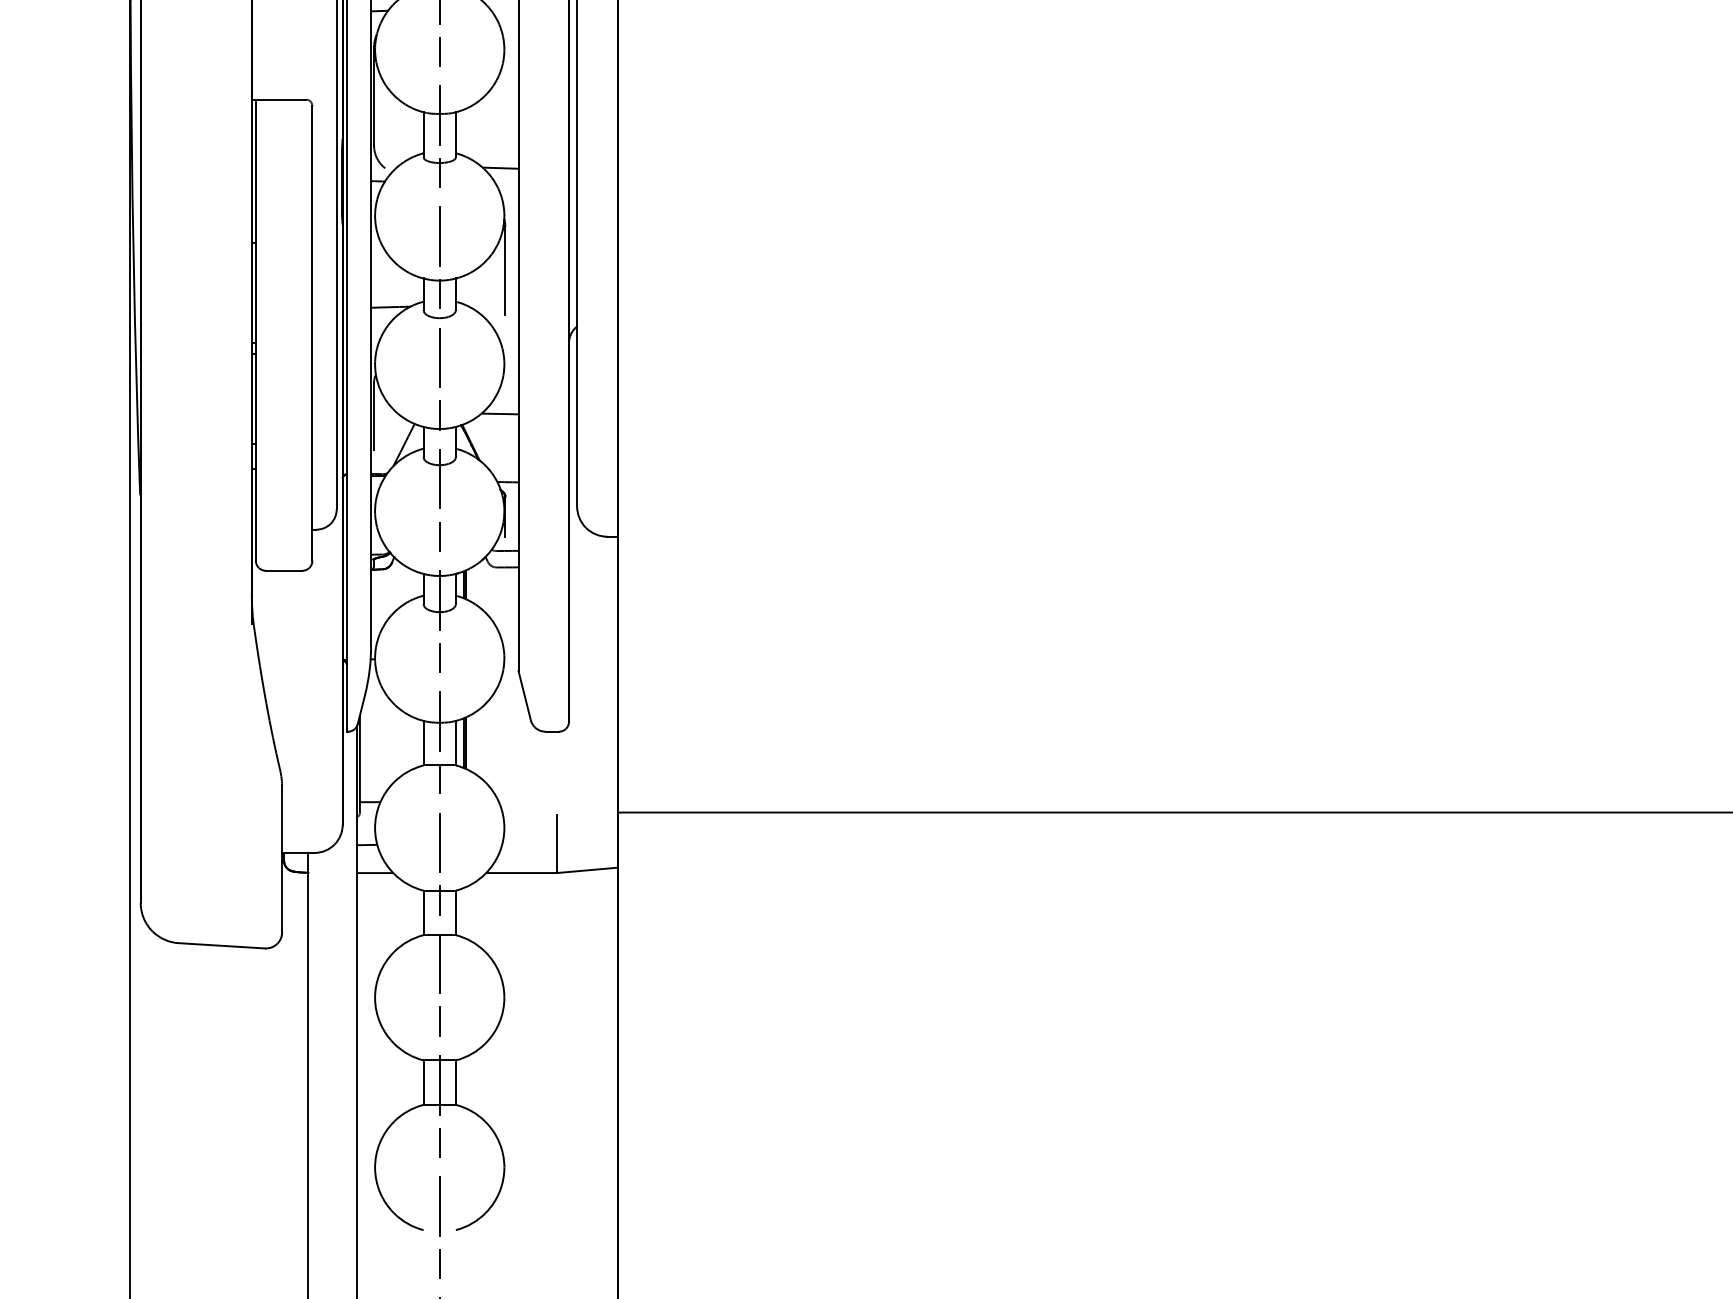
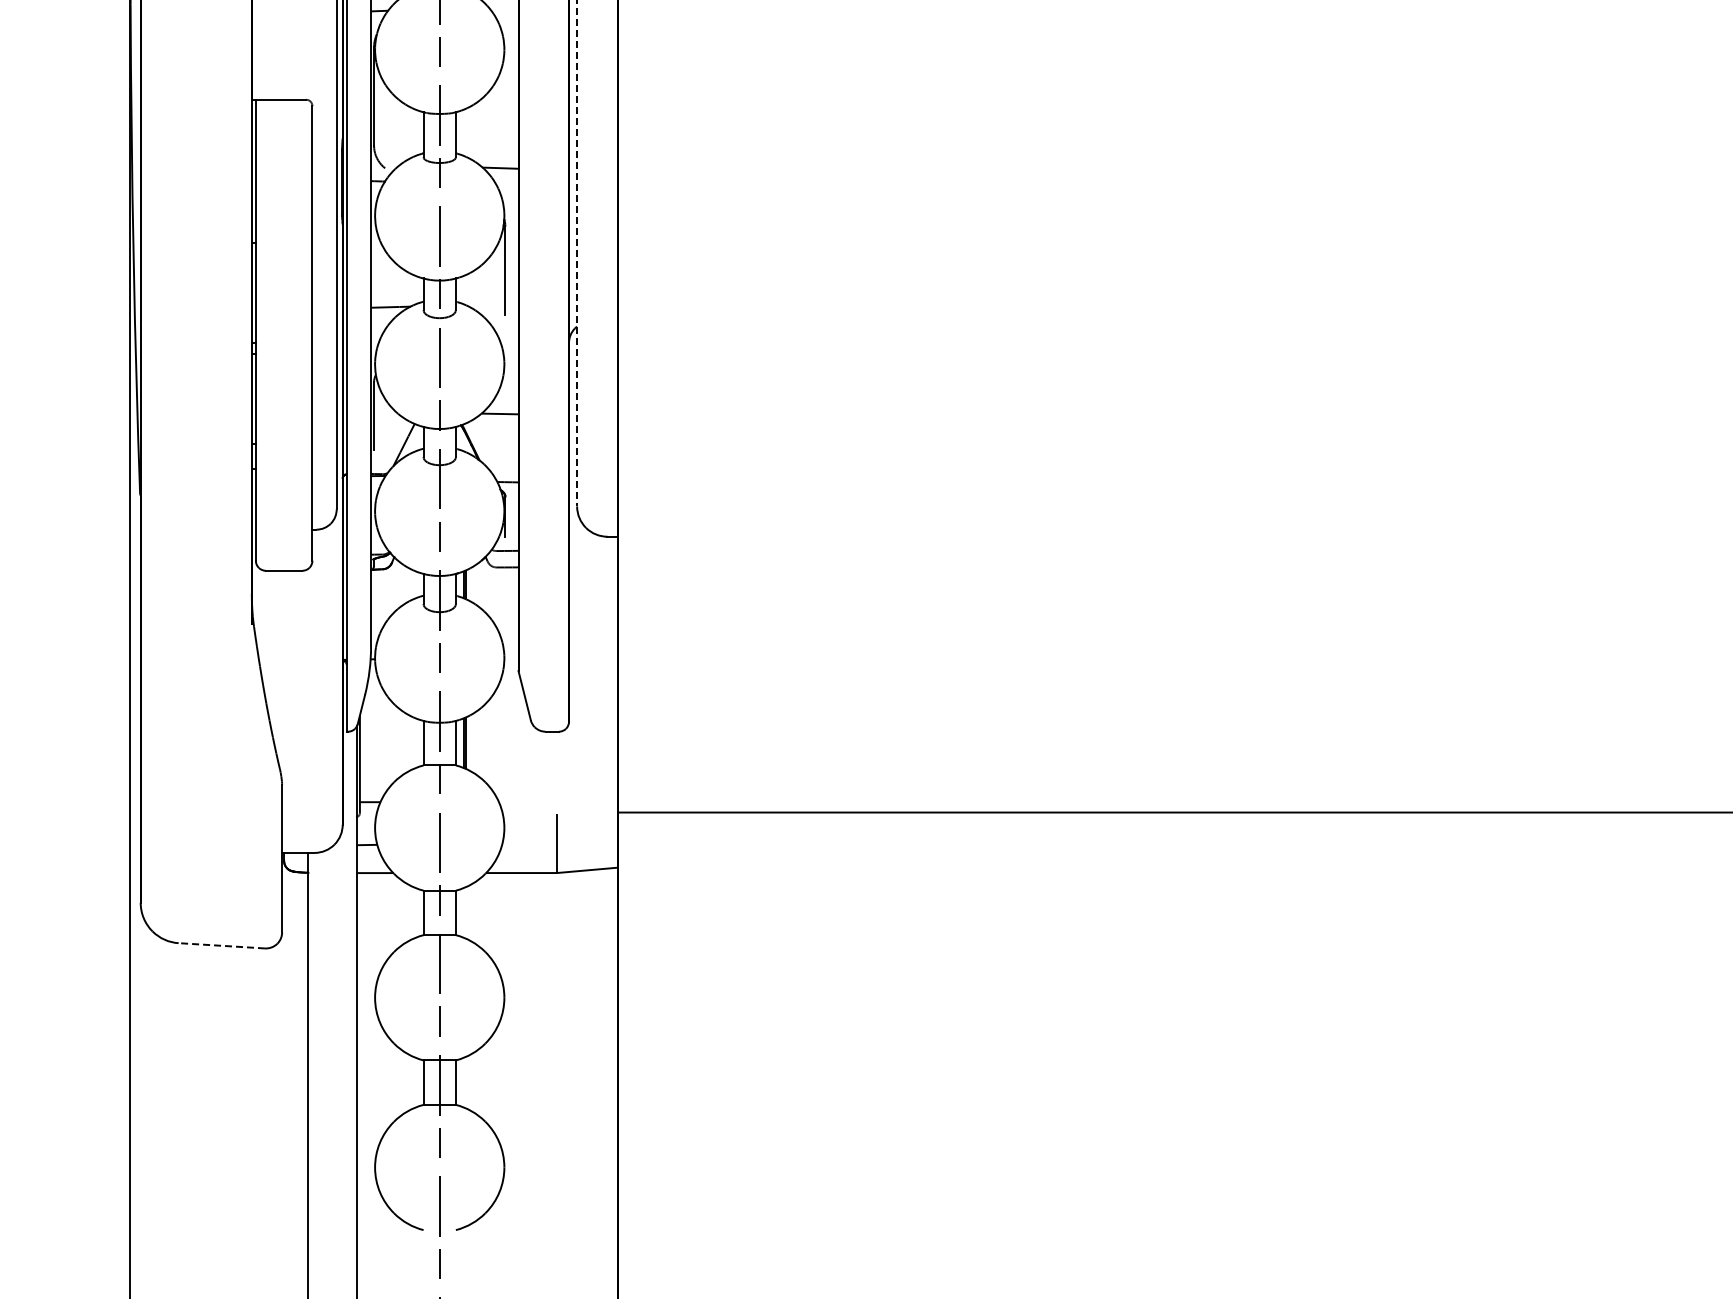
line at (577, 253): solid -> dashed
line at (221, 945): solid -> dashed
